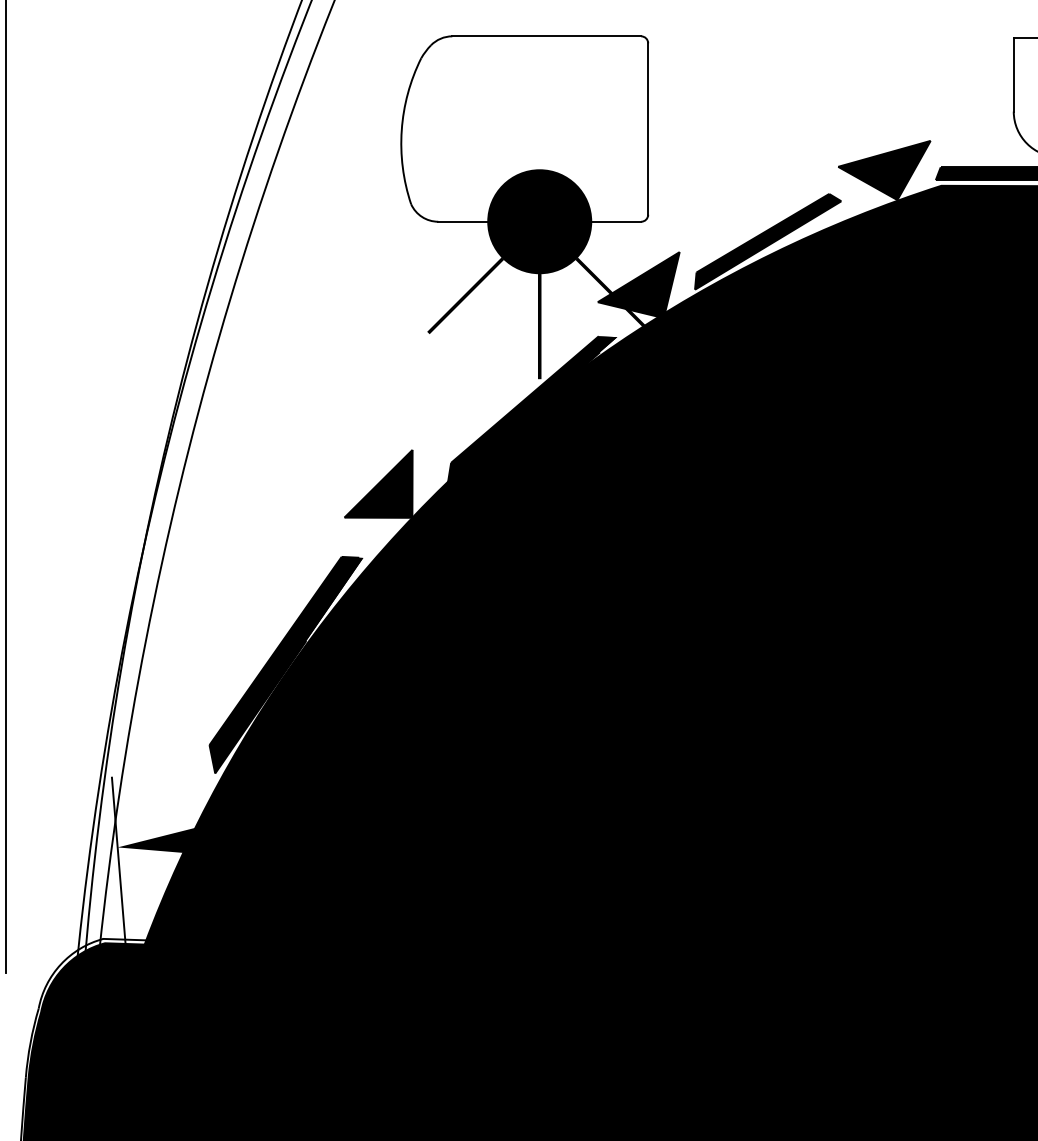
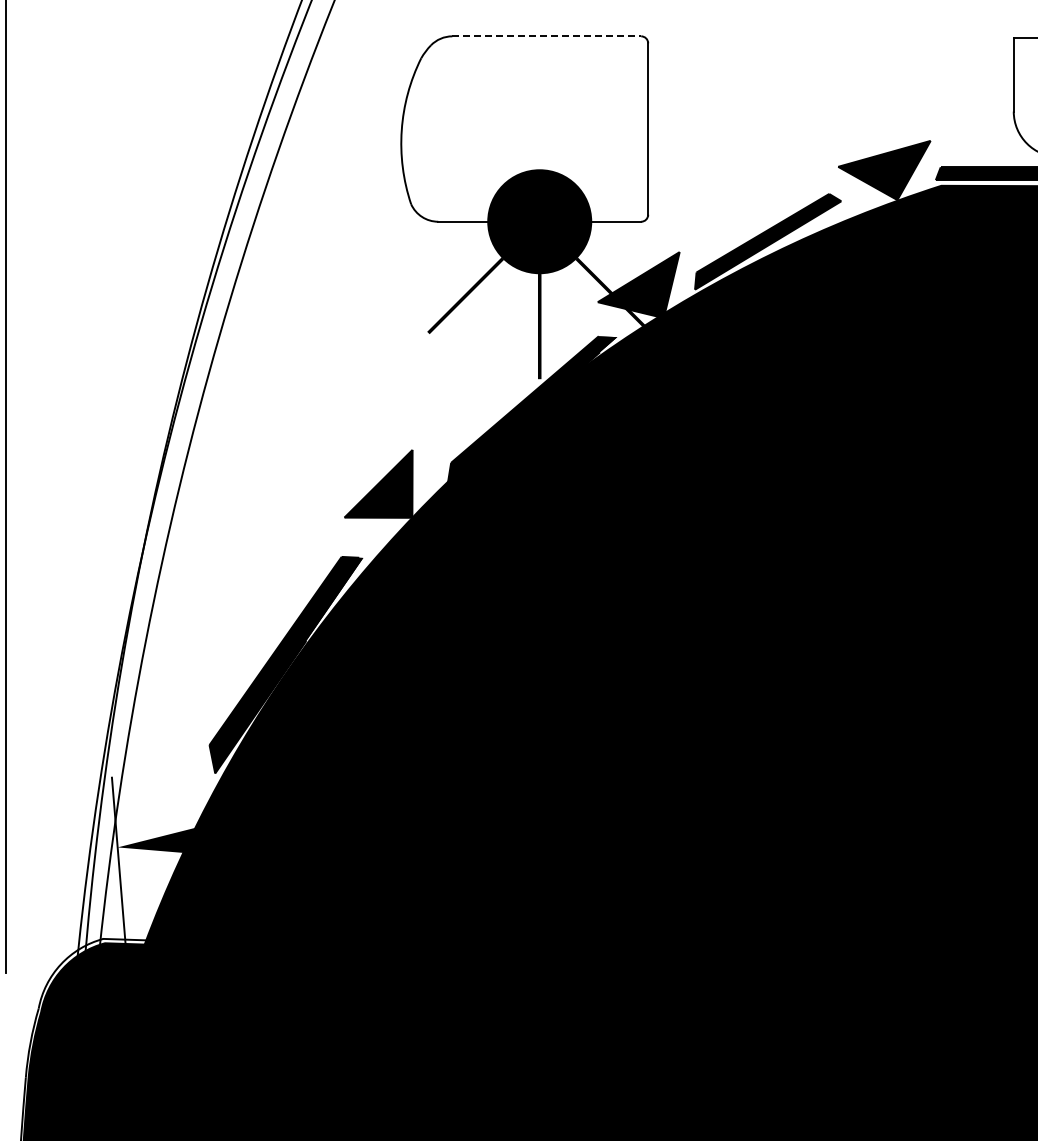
line at (547, 36): solid -> dashed
